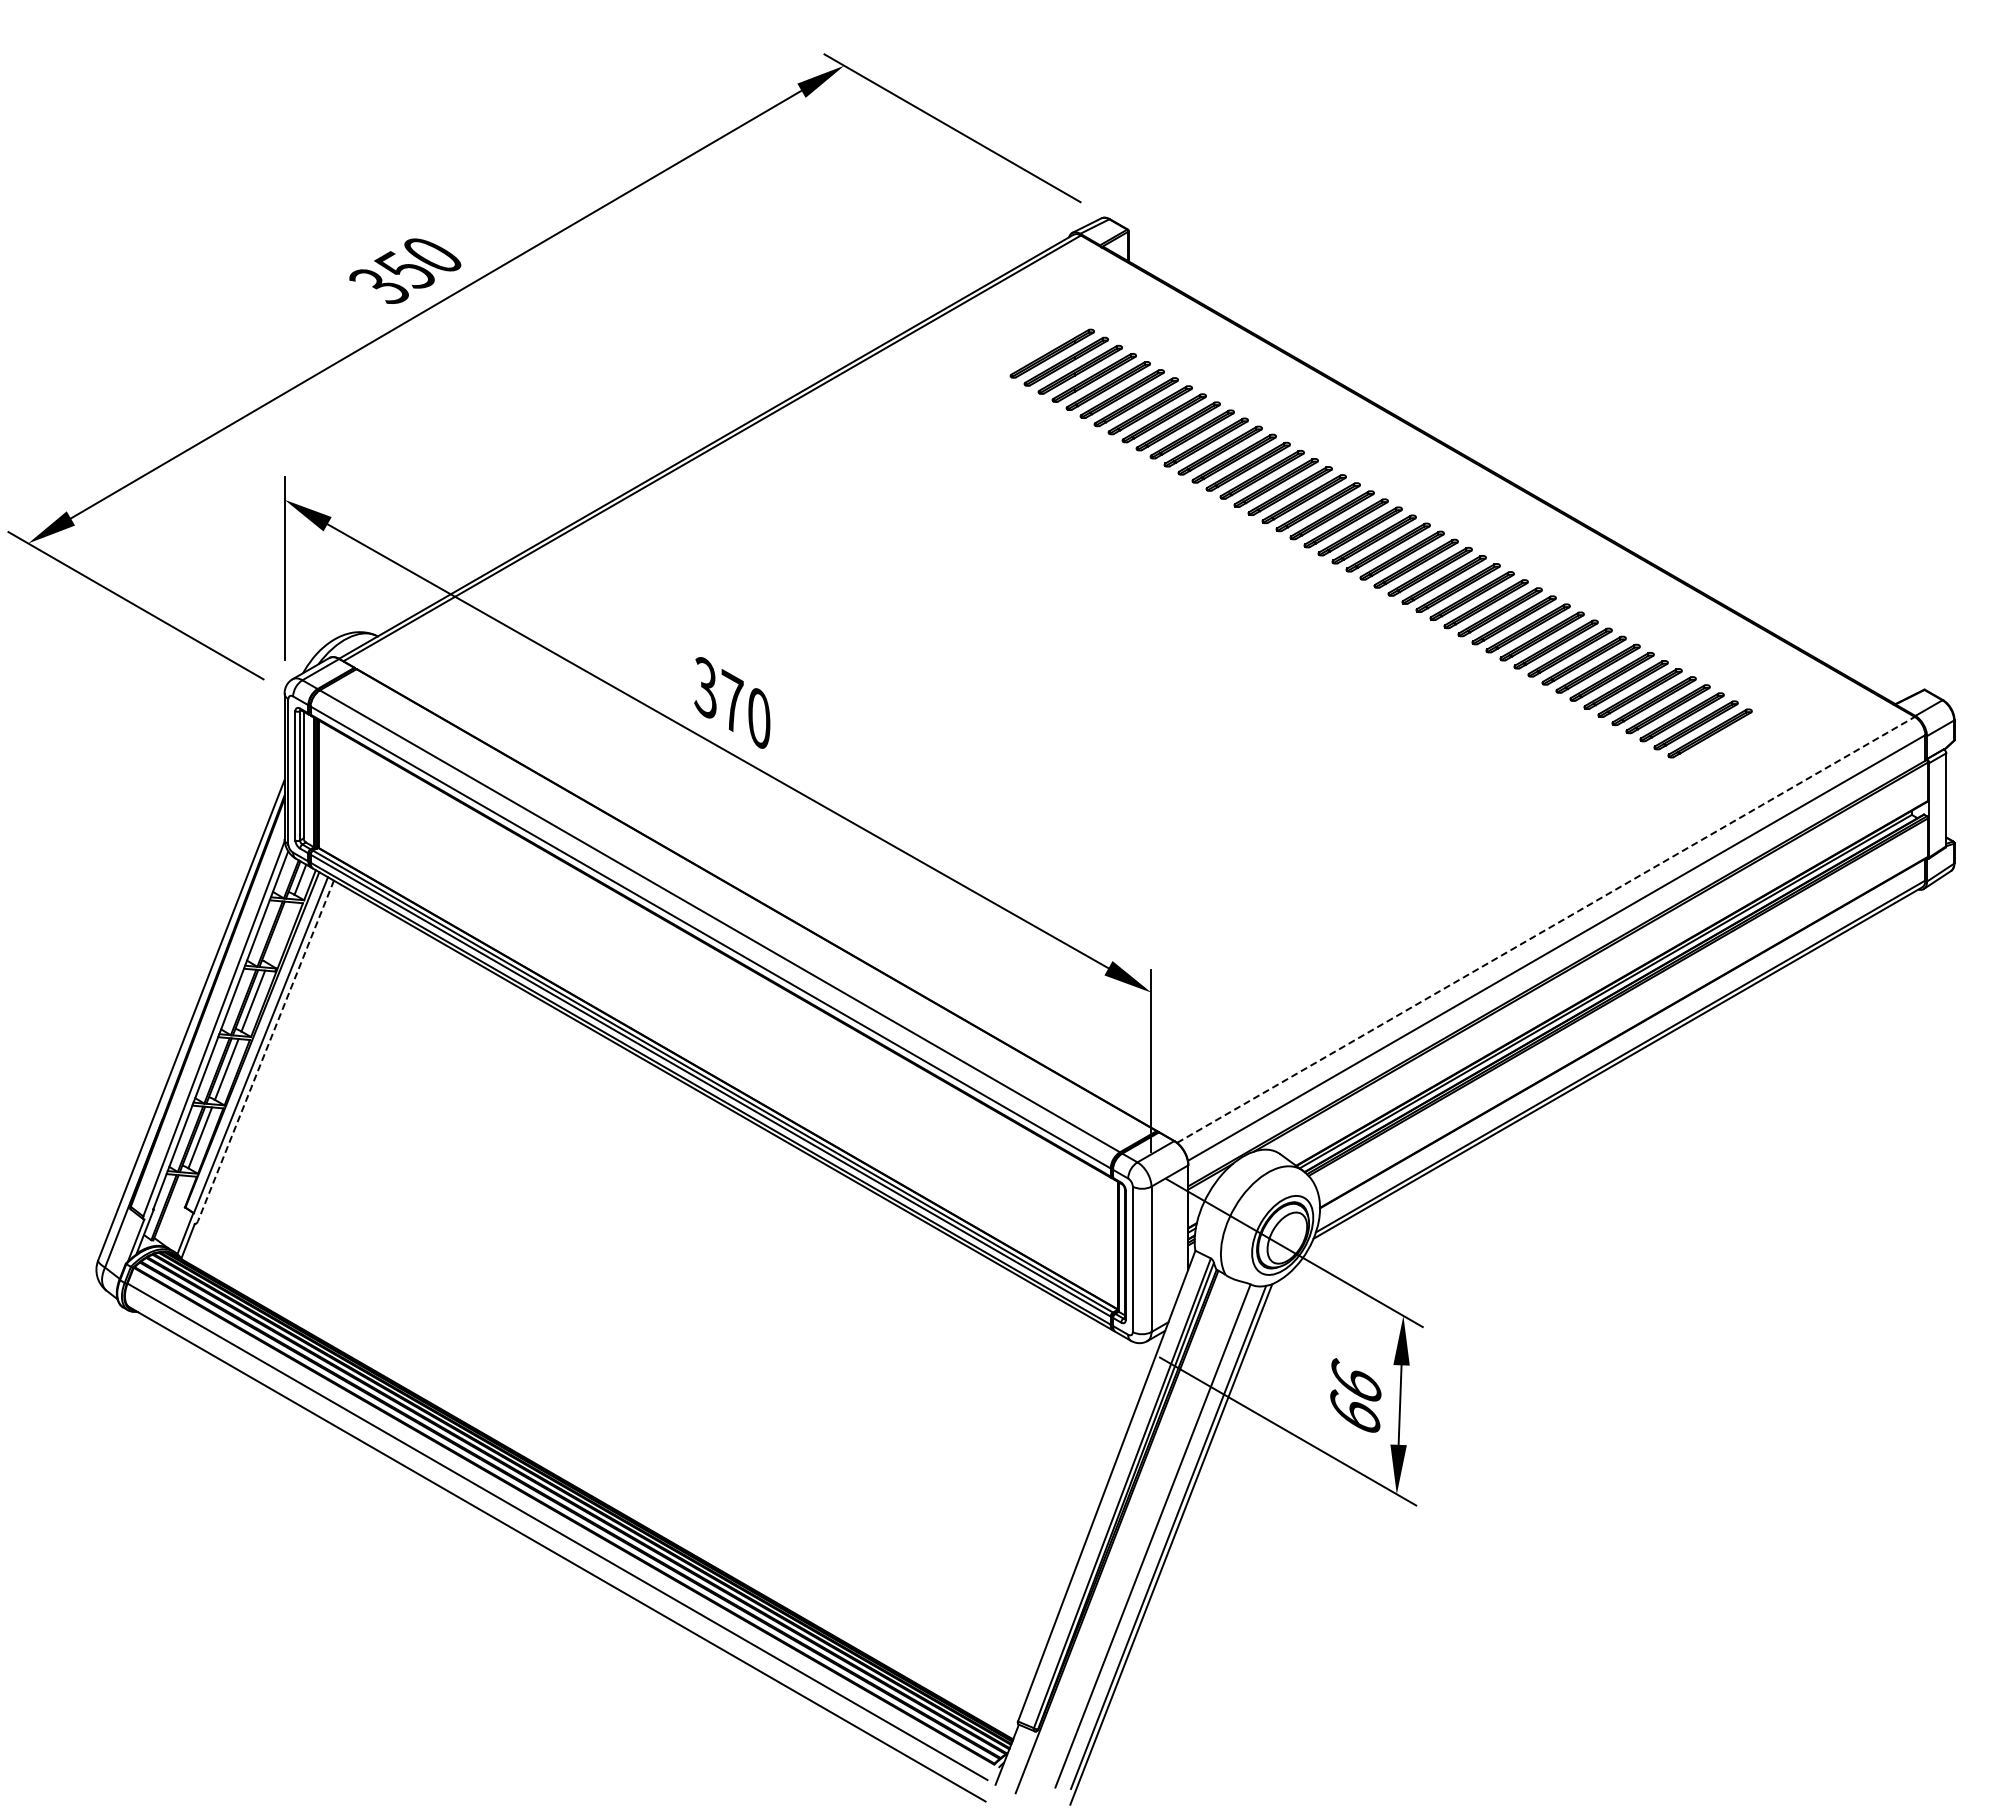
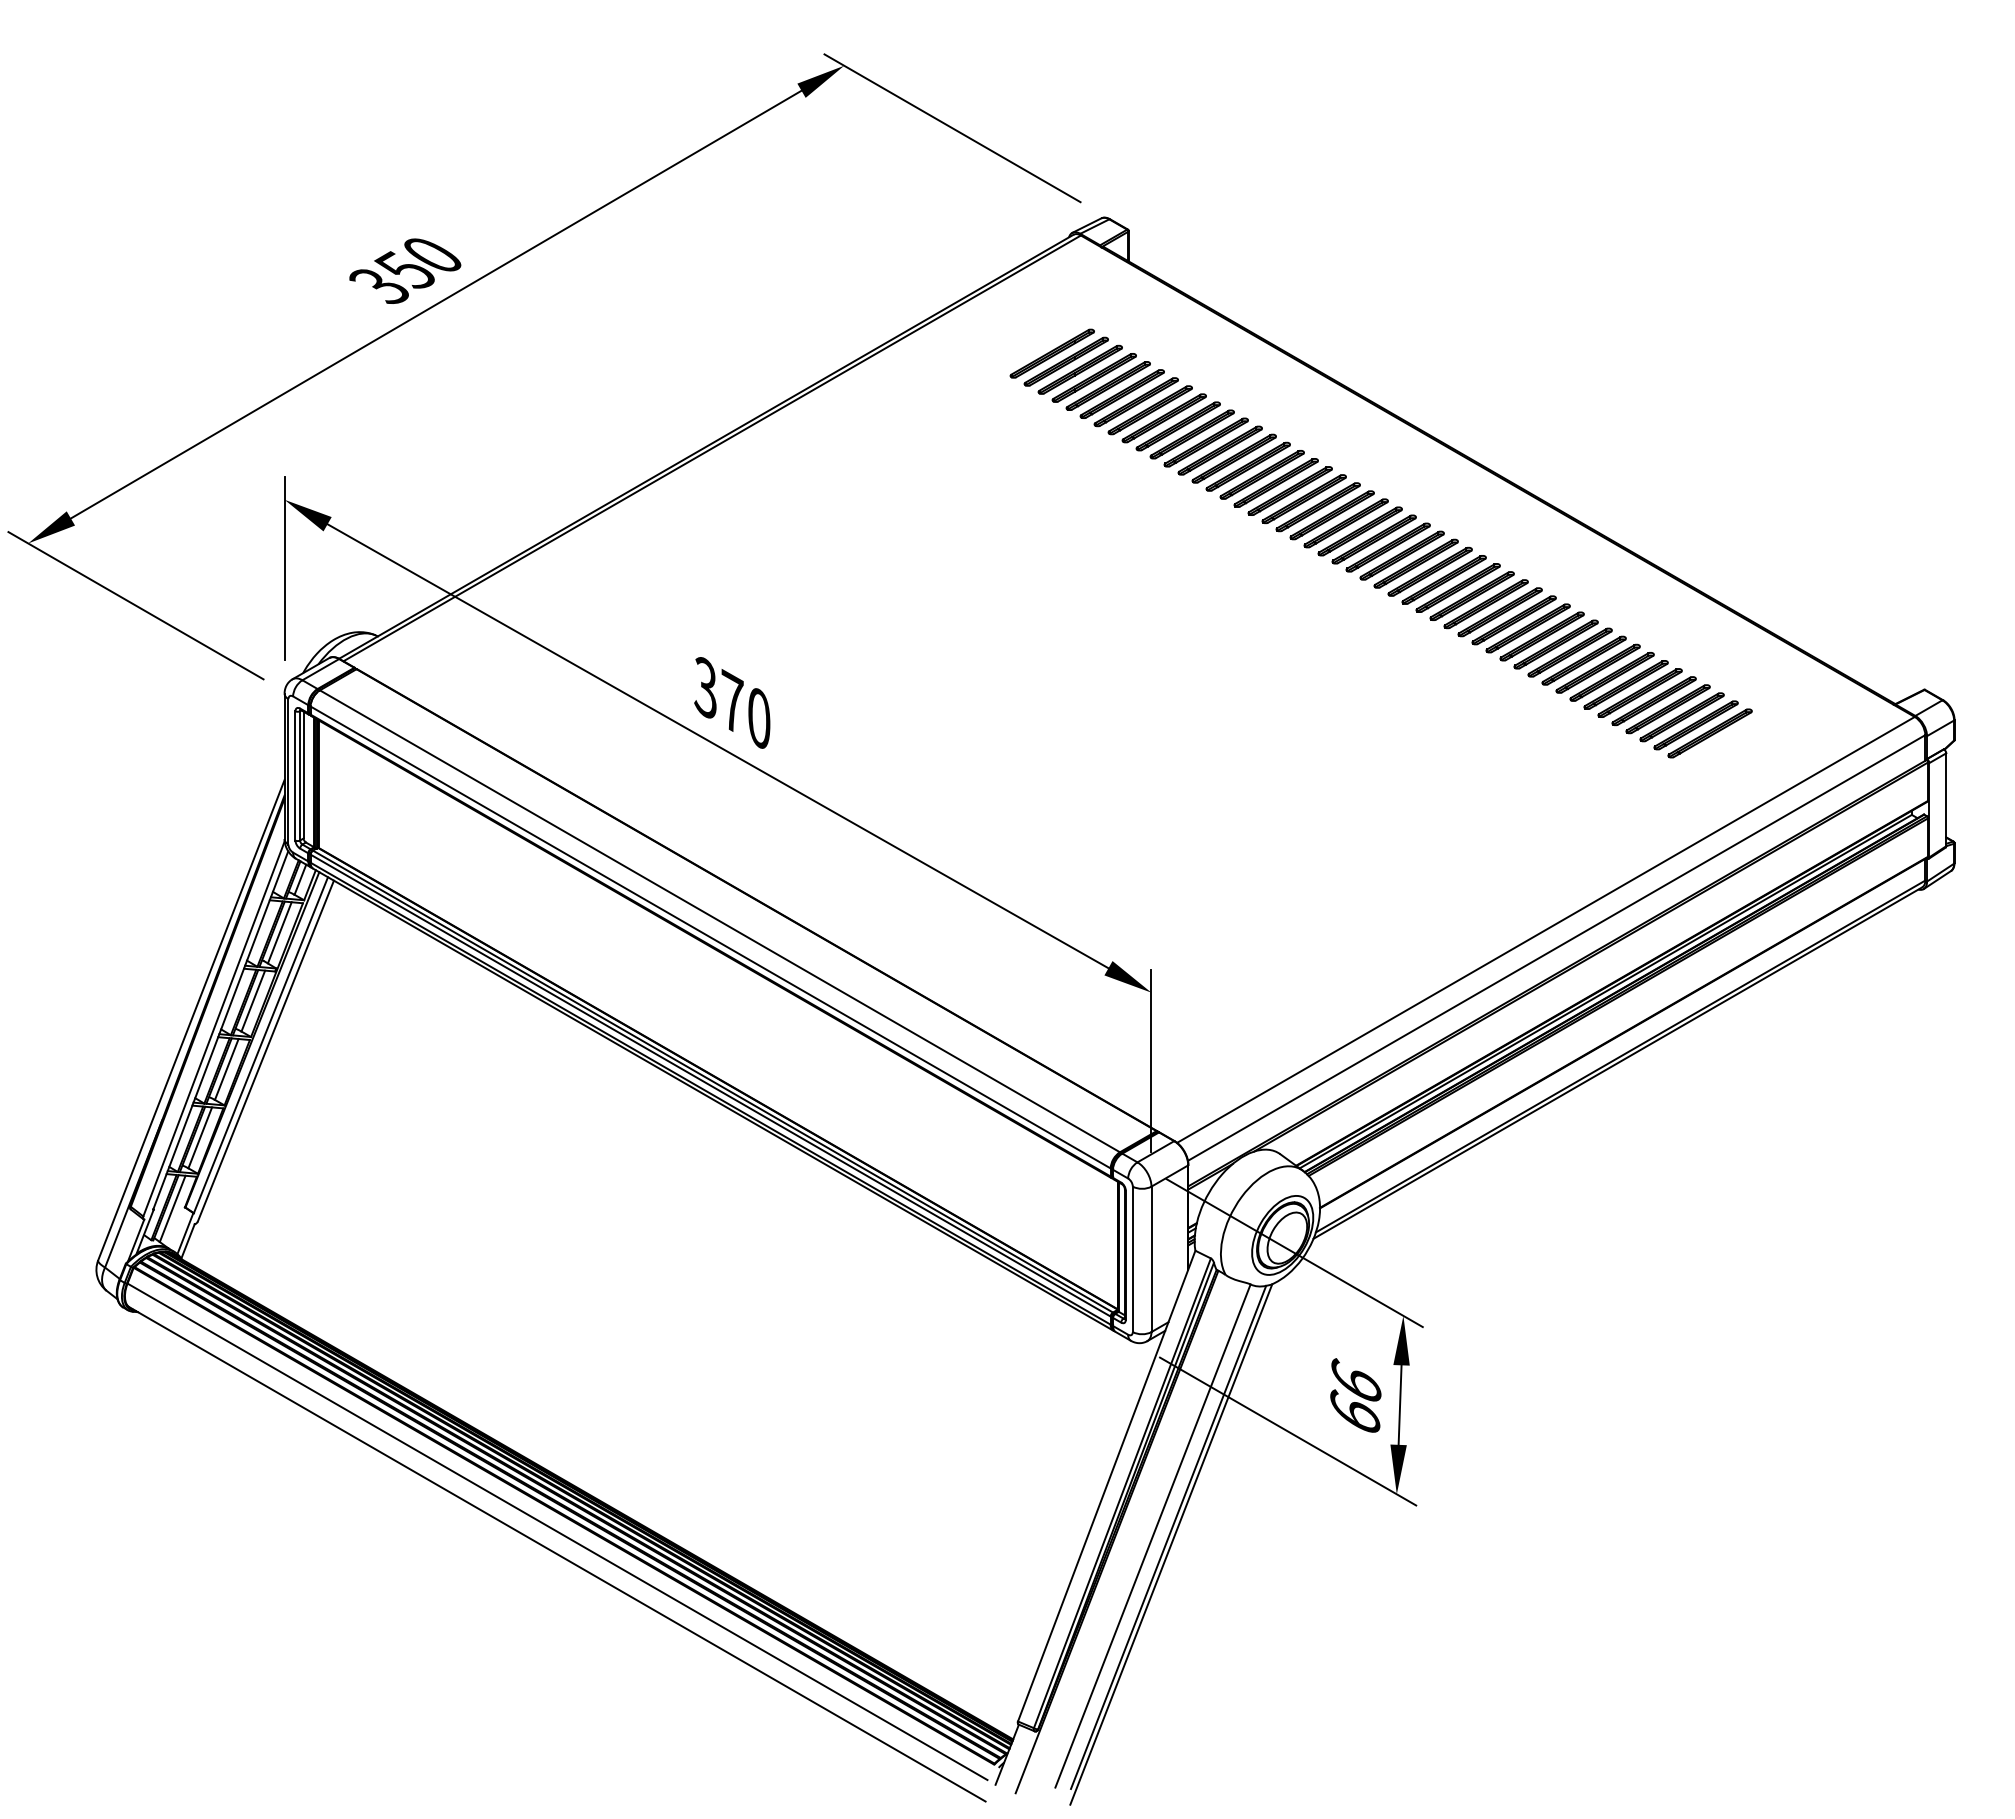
line at (1545, 929): dashed -> solid
line at (279, 932): none -> present
line at (265, 1051): dashed -> solid
line at (172, 1208): none -> present
